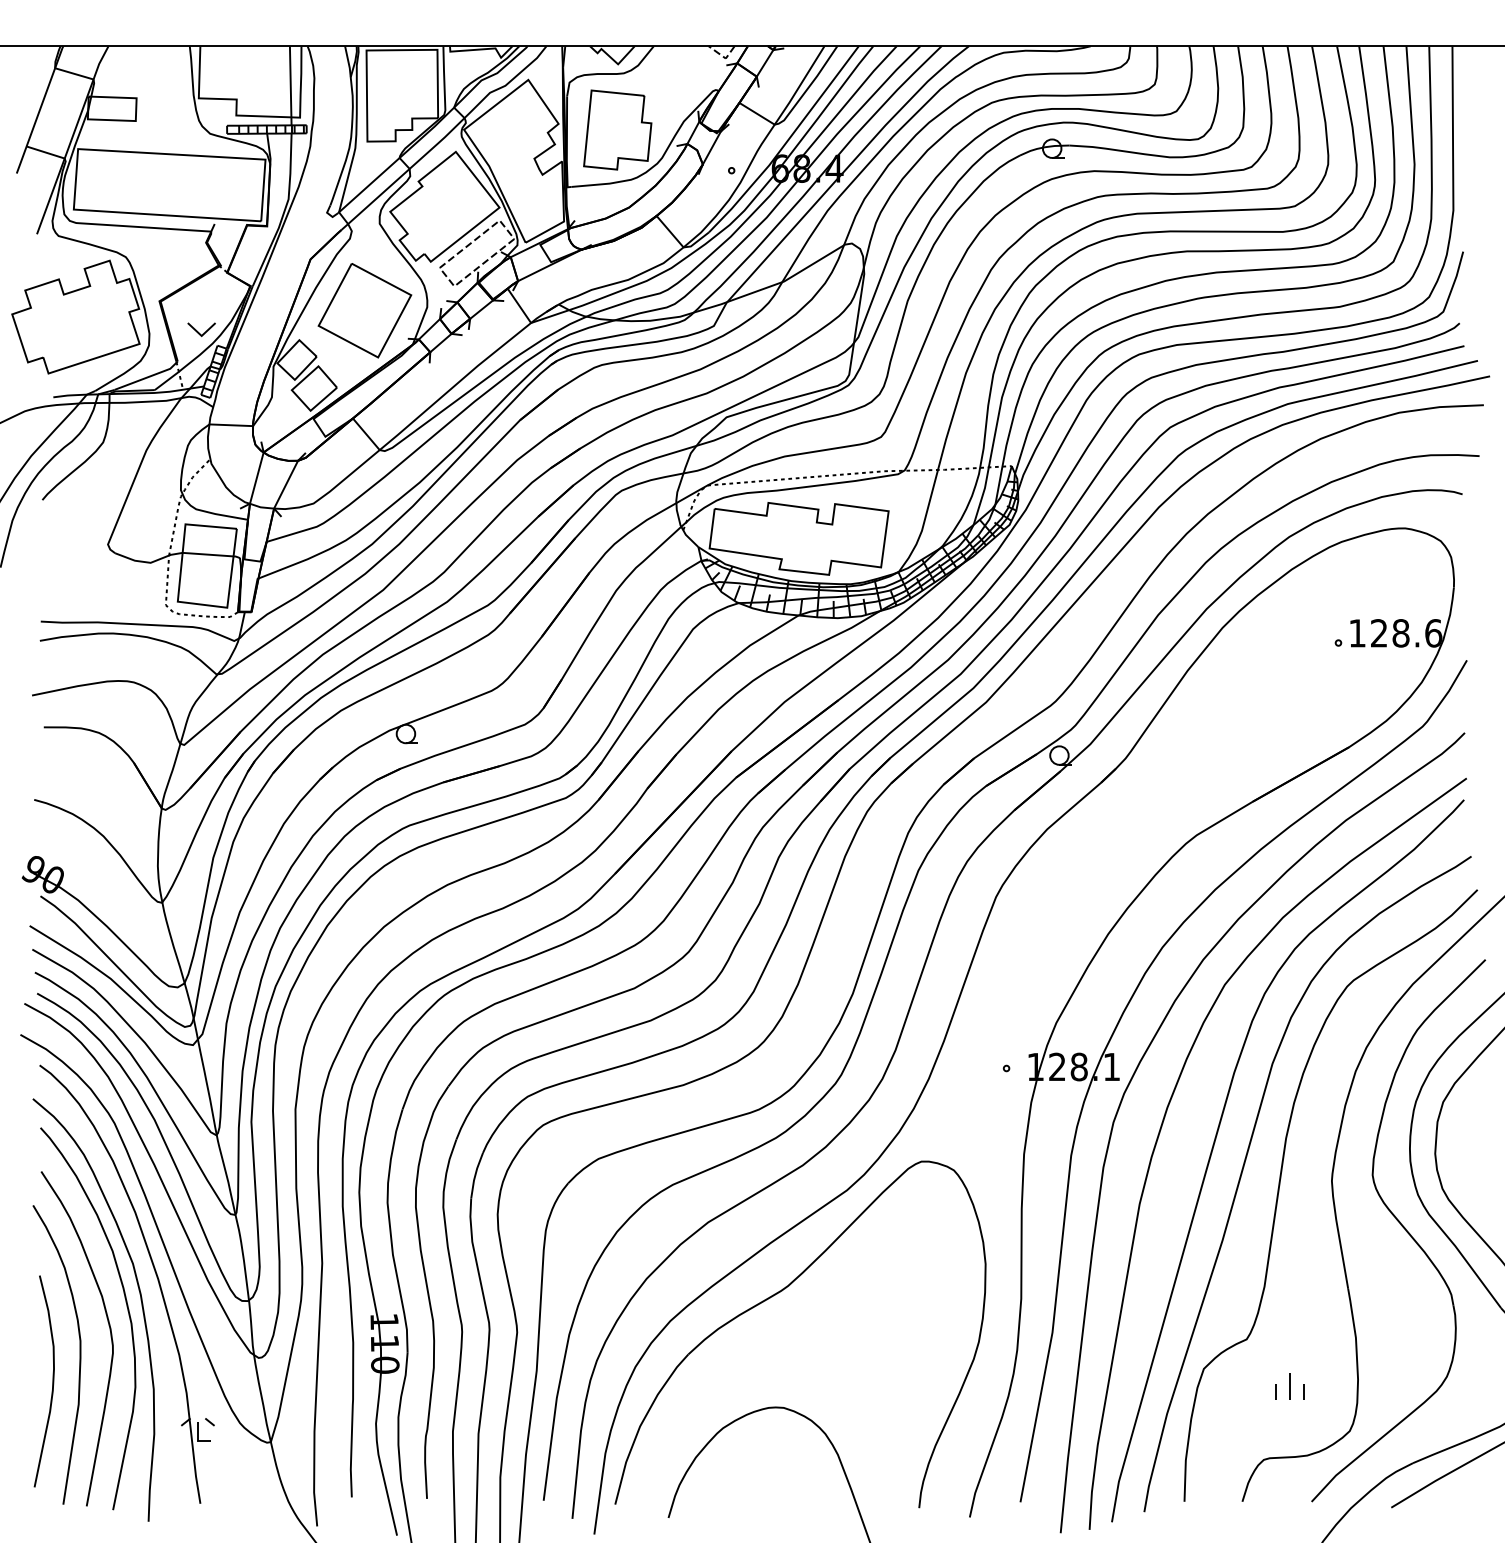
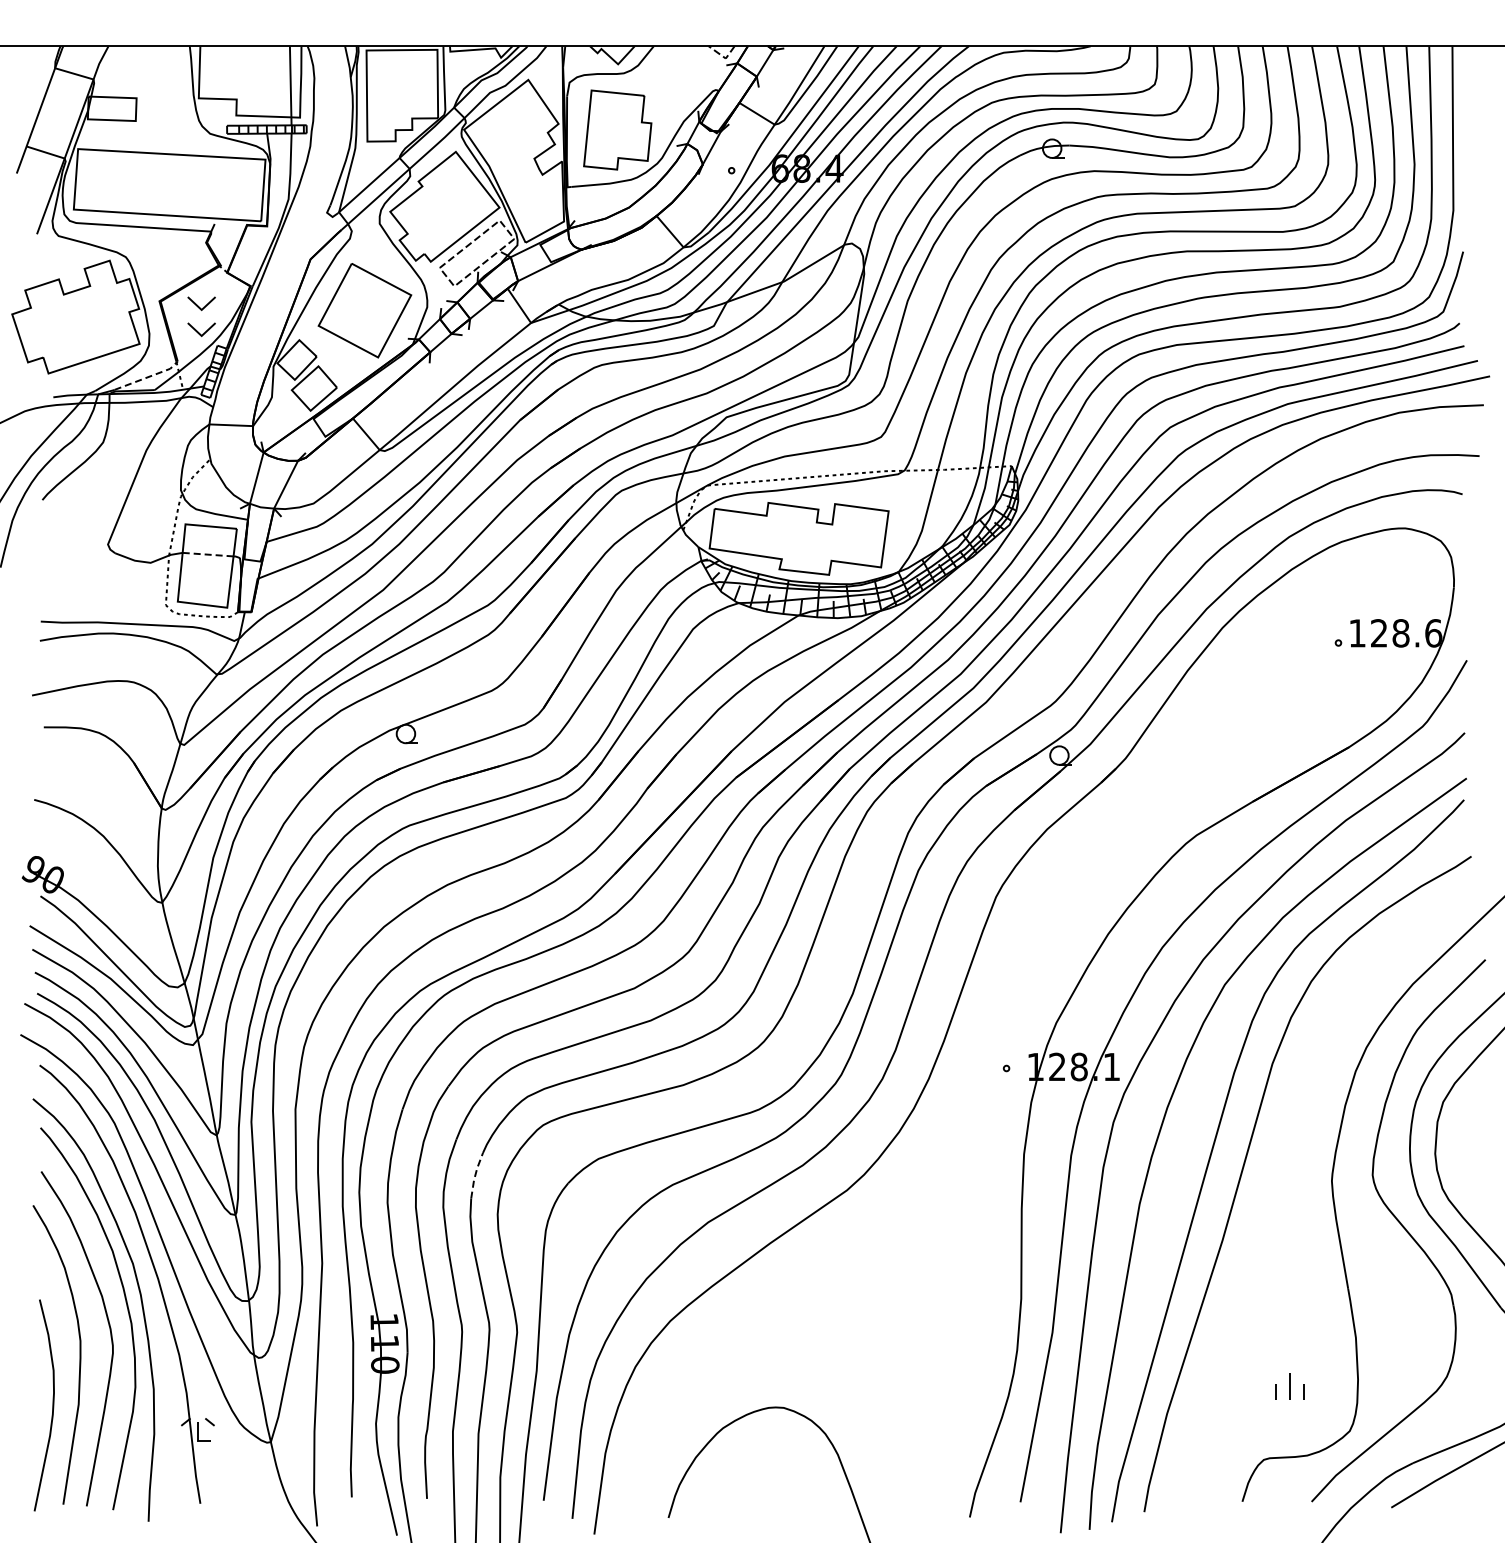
part at (201, 303): none -> present
line at (148, 377): solid -> dashed
line at (208, 554): solid -> dashed
line at (475, 1174): solid -> dashed
curve at (1280, 1185): present -> none
part at (777, 1294): present -> none
curve at (52, 1381) position: (52, 1381) -> (52, 1405)
